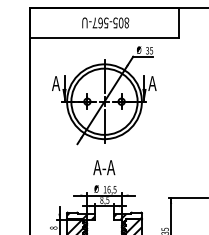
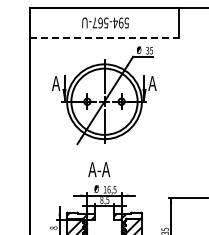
text at (121, 22): 805-567-U -> 594-567-U
line at (104, 37): solid -> dashed
text at (104, 167) position: (104, 167) -> (99, 169)
